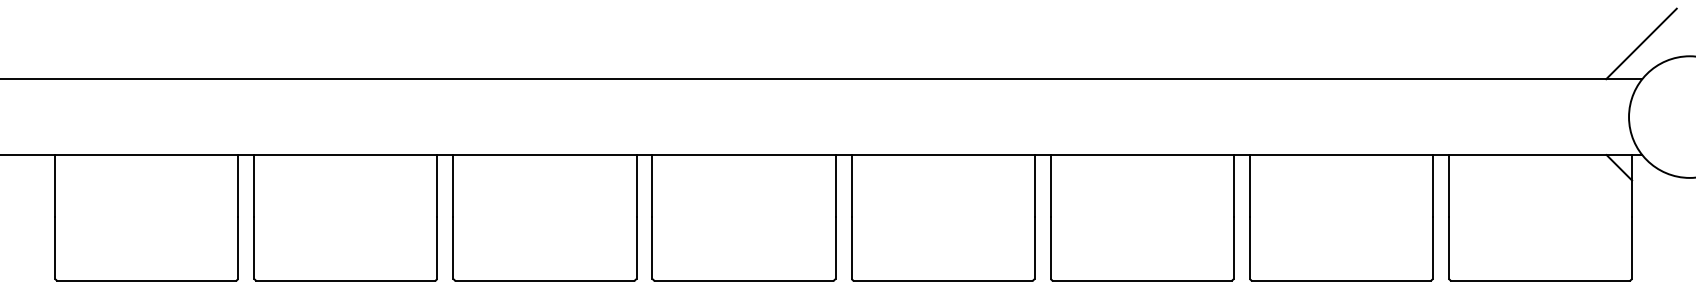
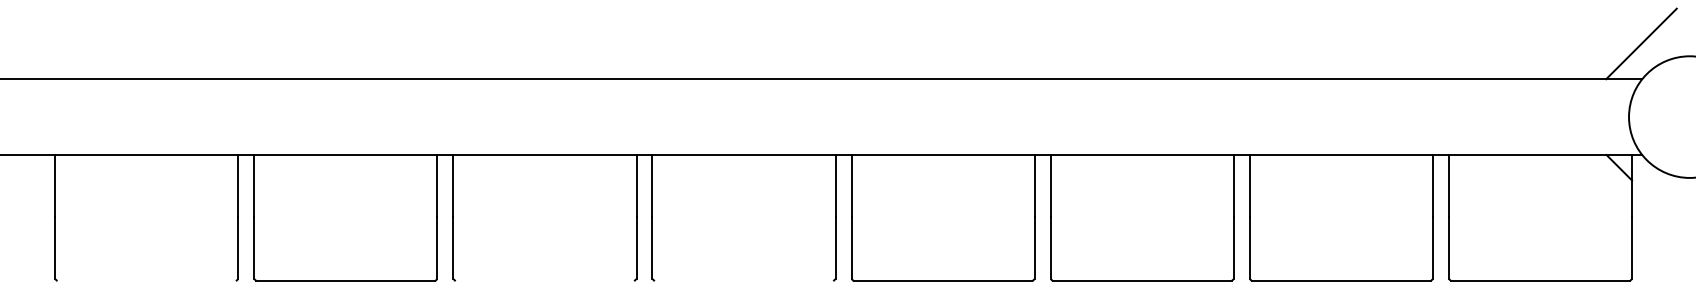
line at (146, 281): present -> none
line at (544, 281): present -> none
line at (743, 281): present -> none
